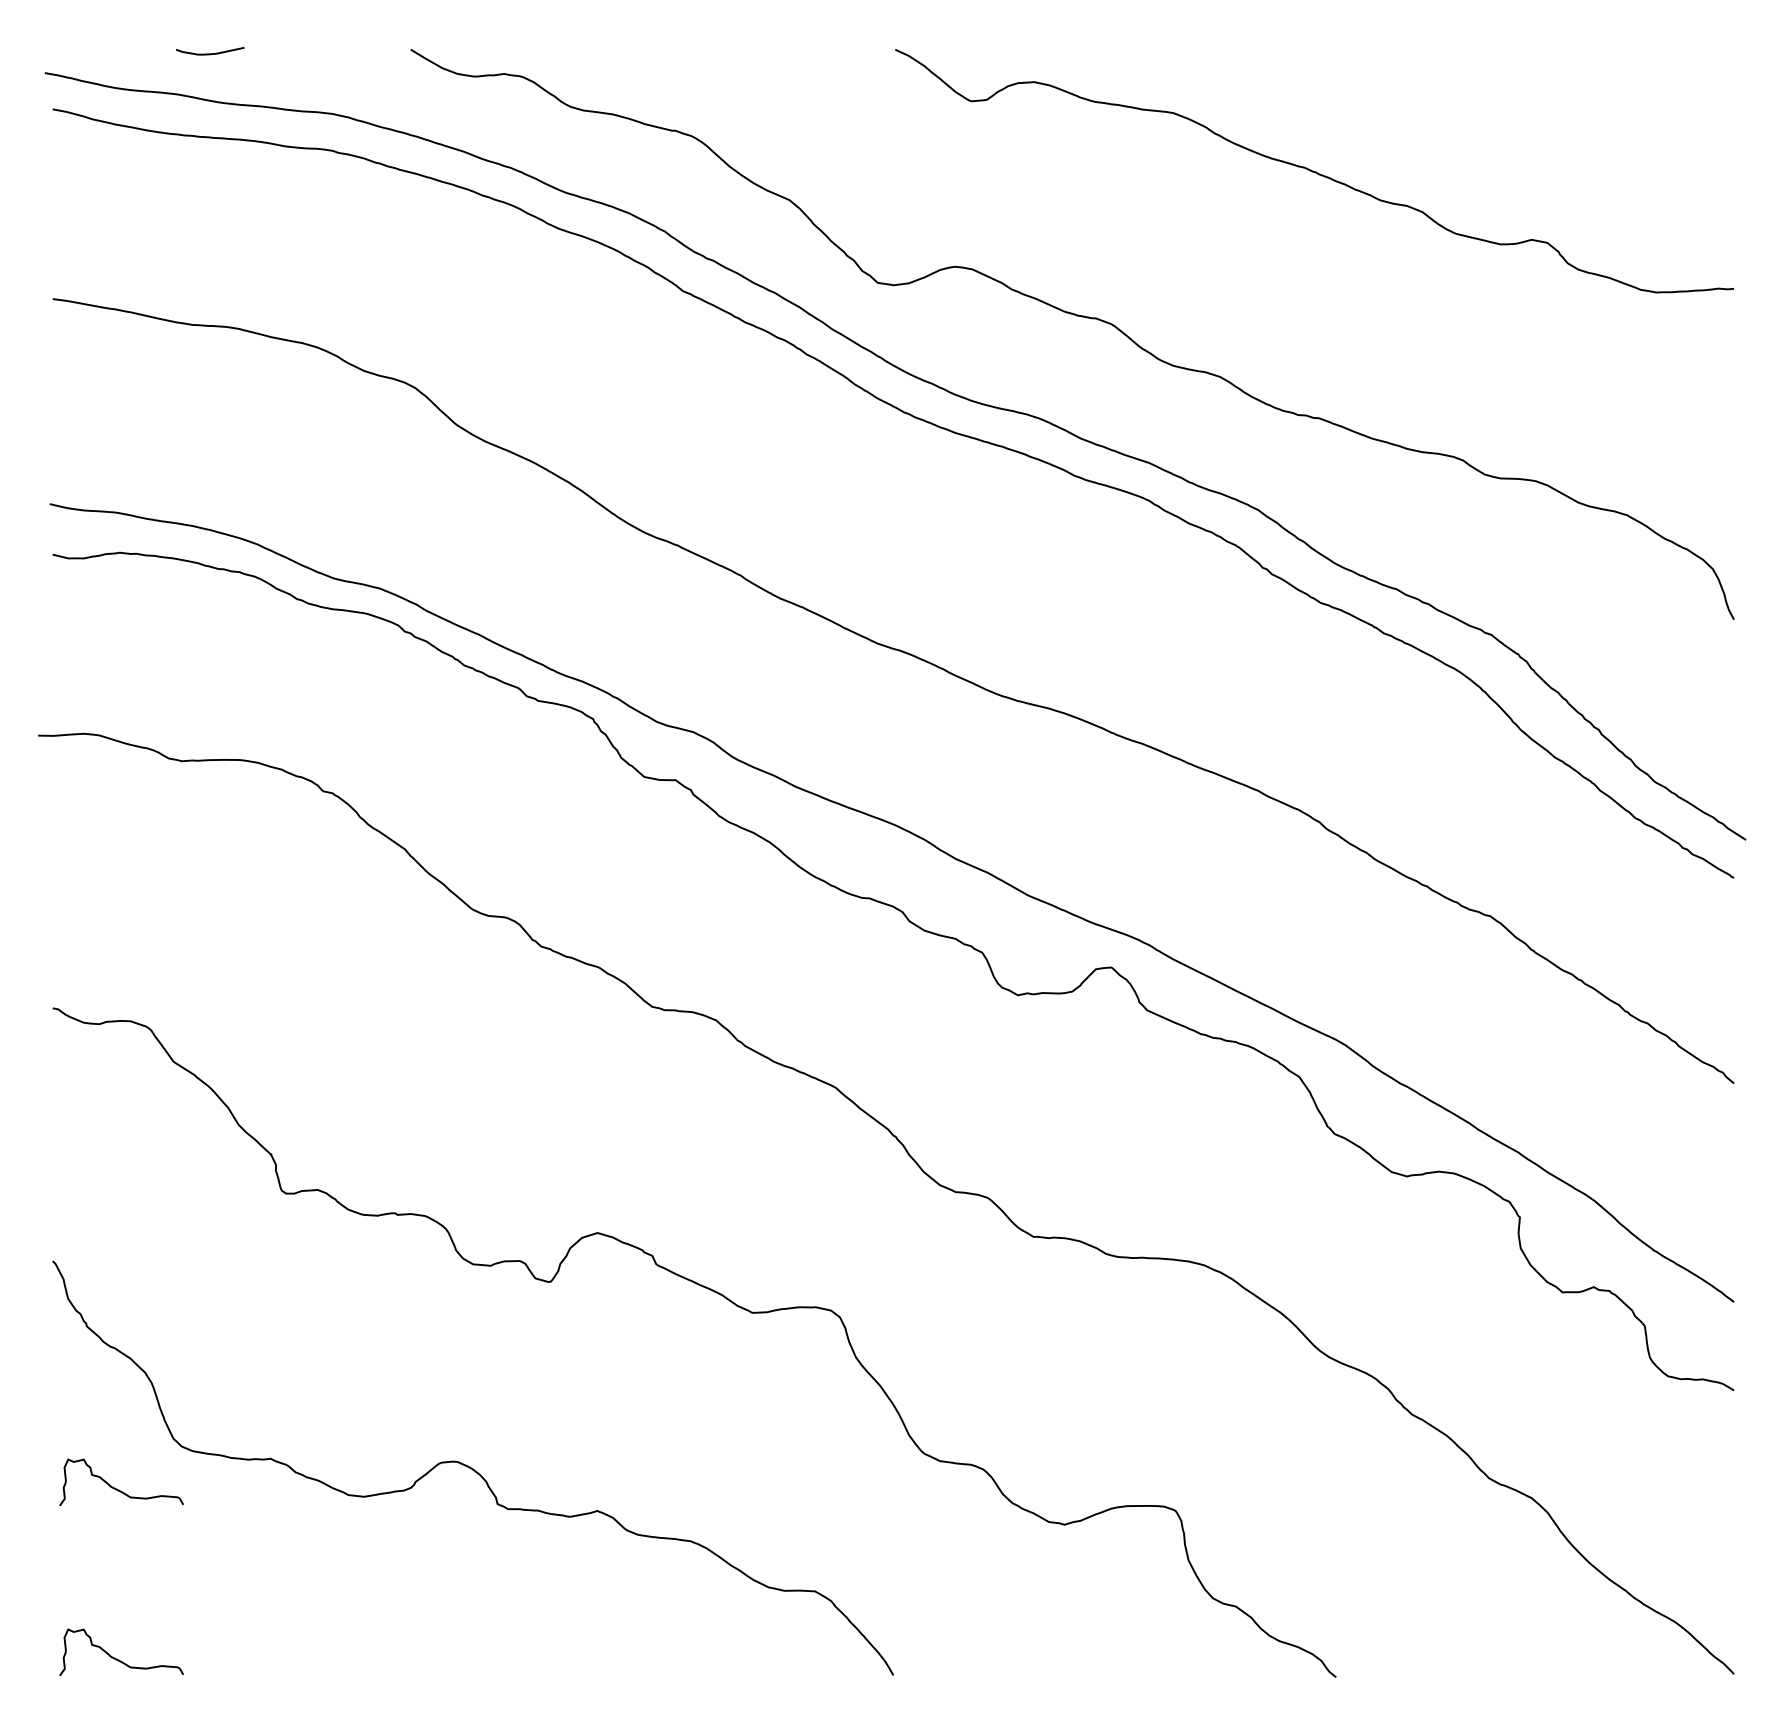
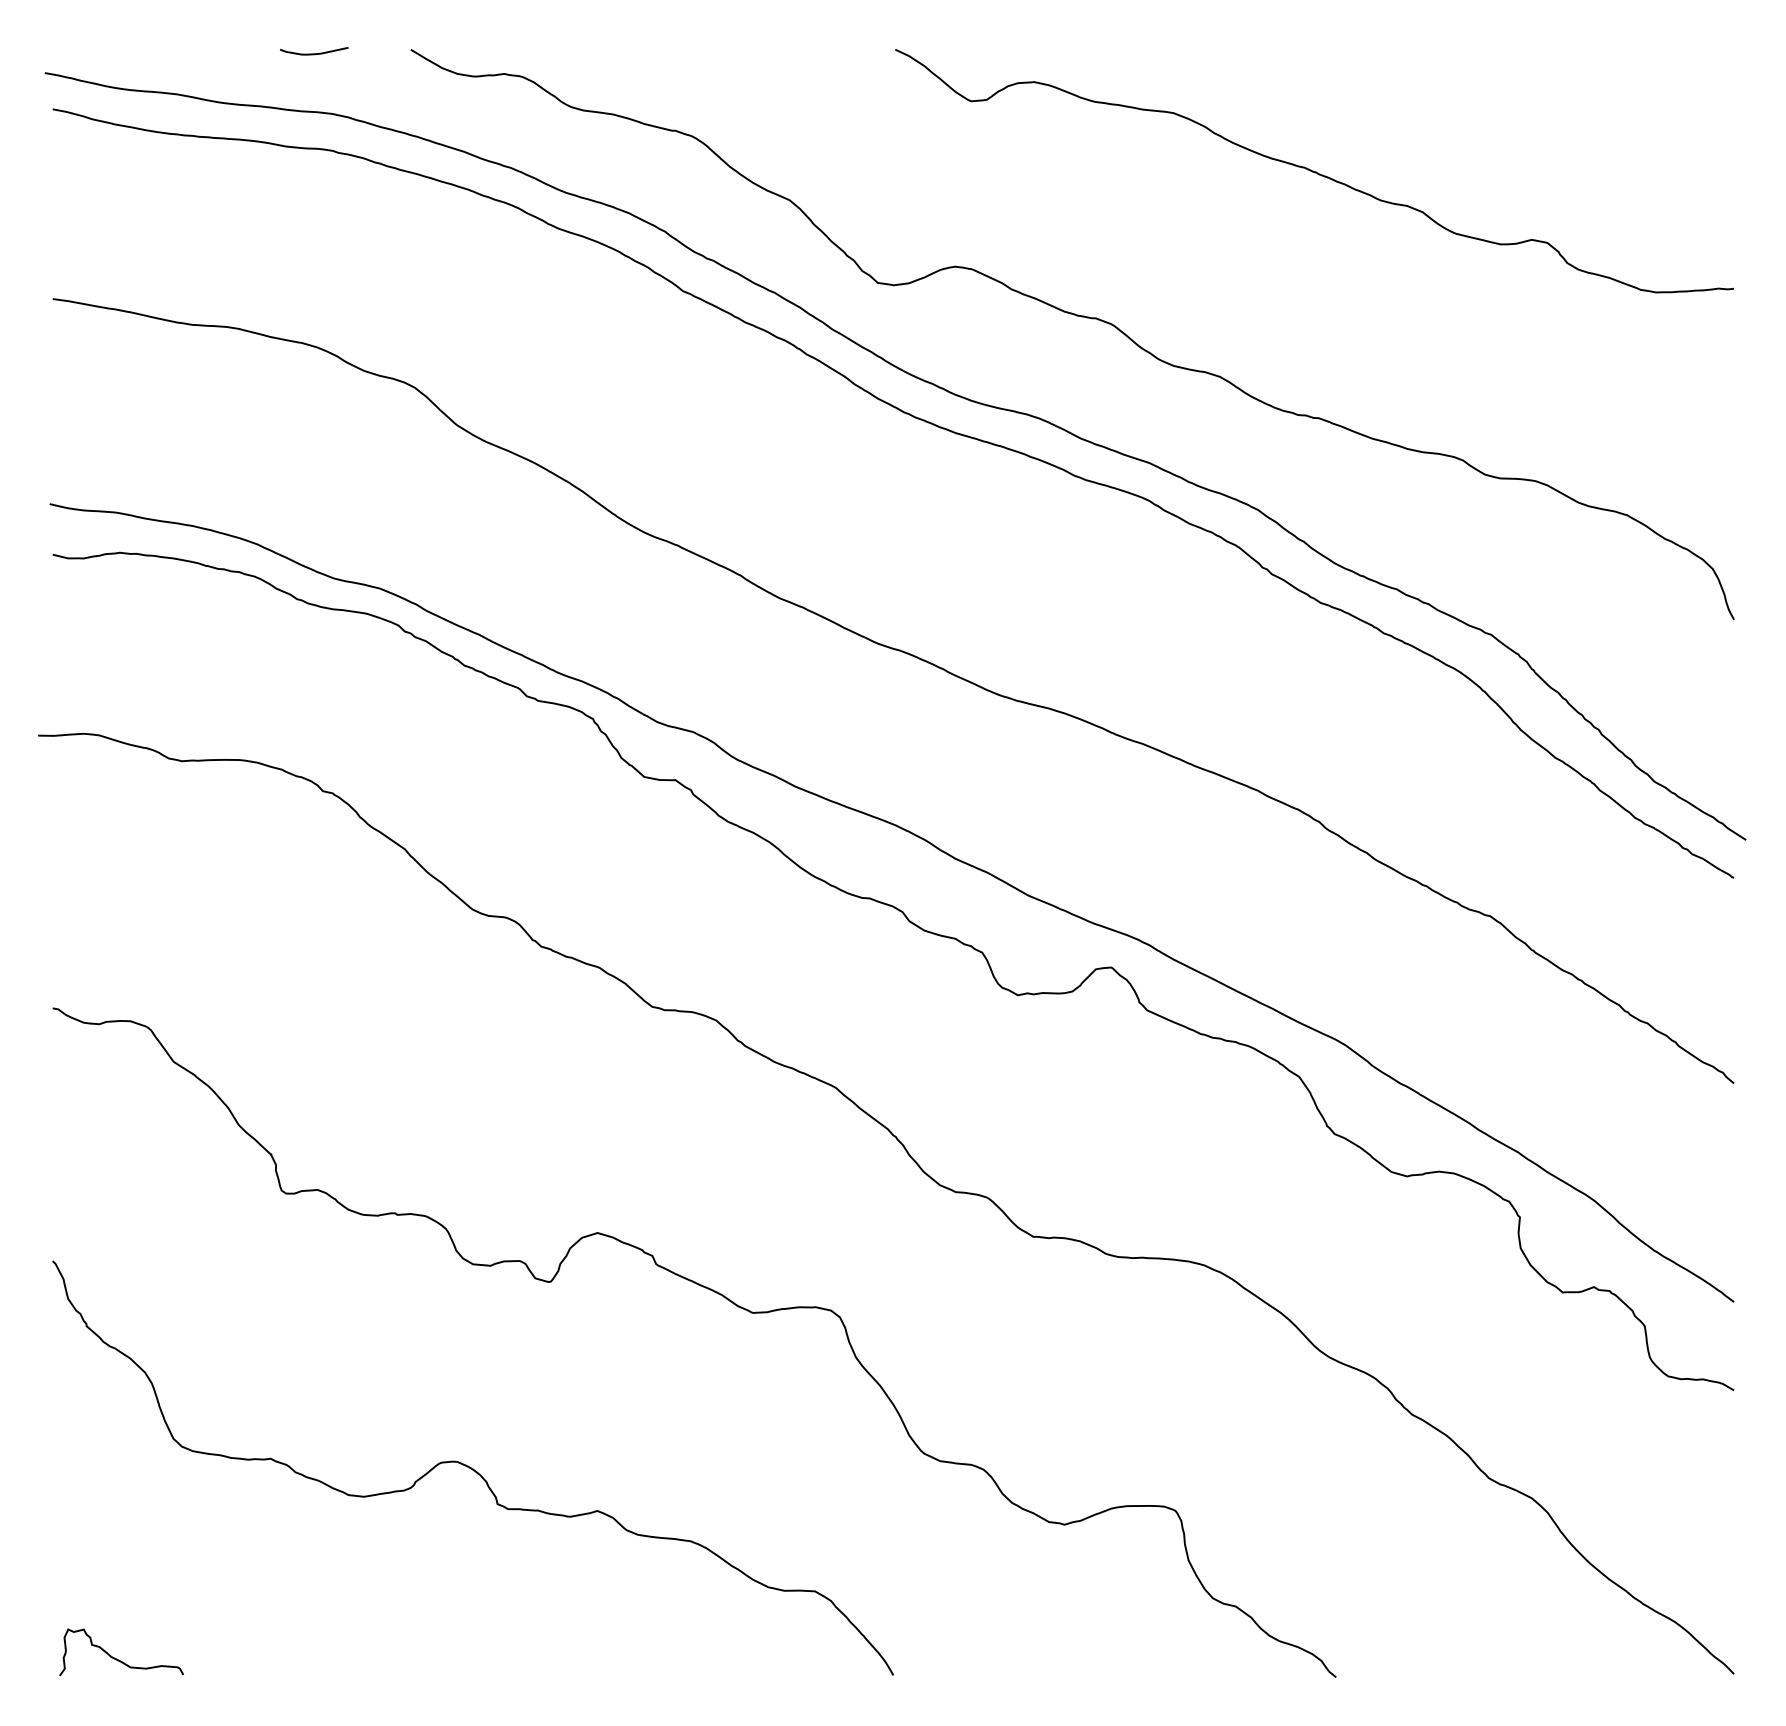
curve at (210, 53) position: (210, 53) -> (314, 53)
curve at (118, 1489): present -> none
